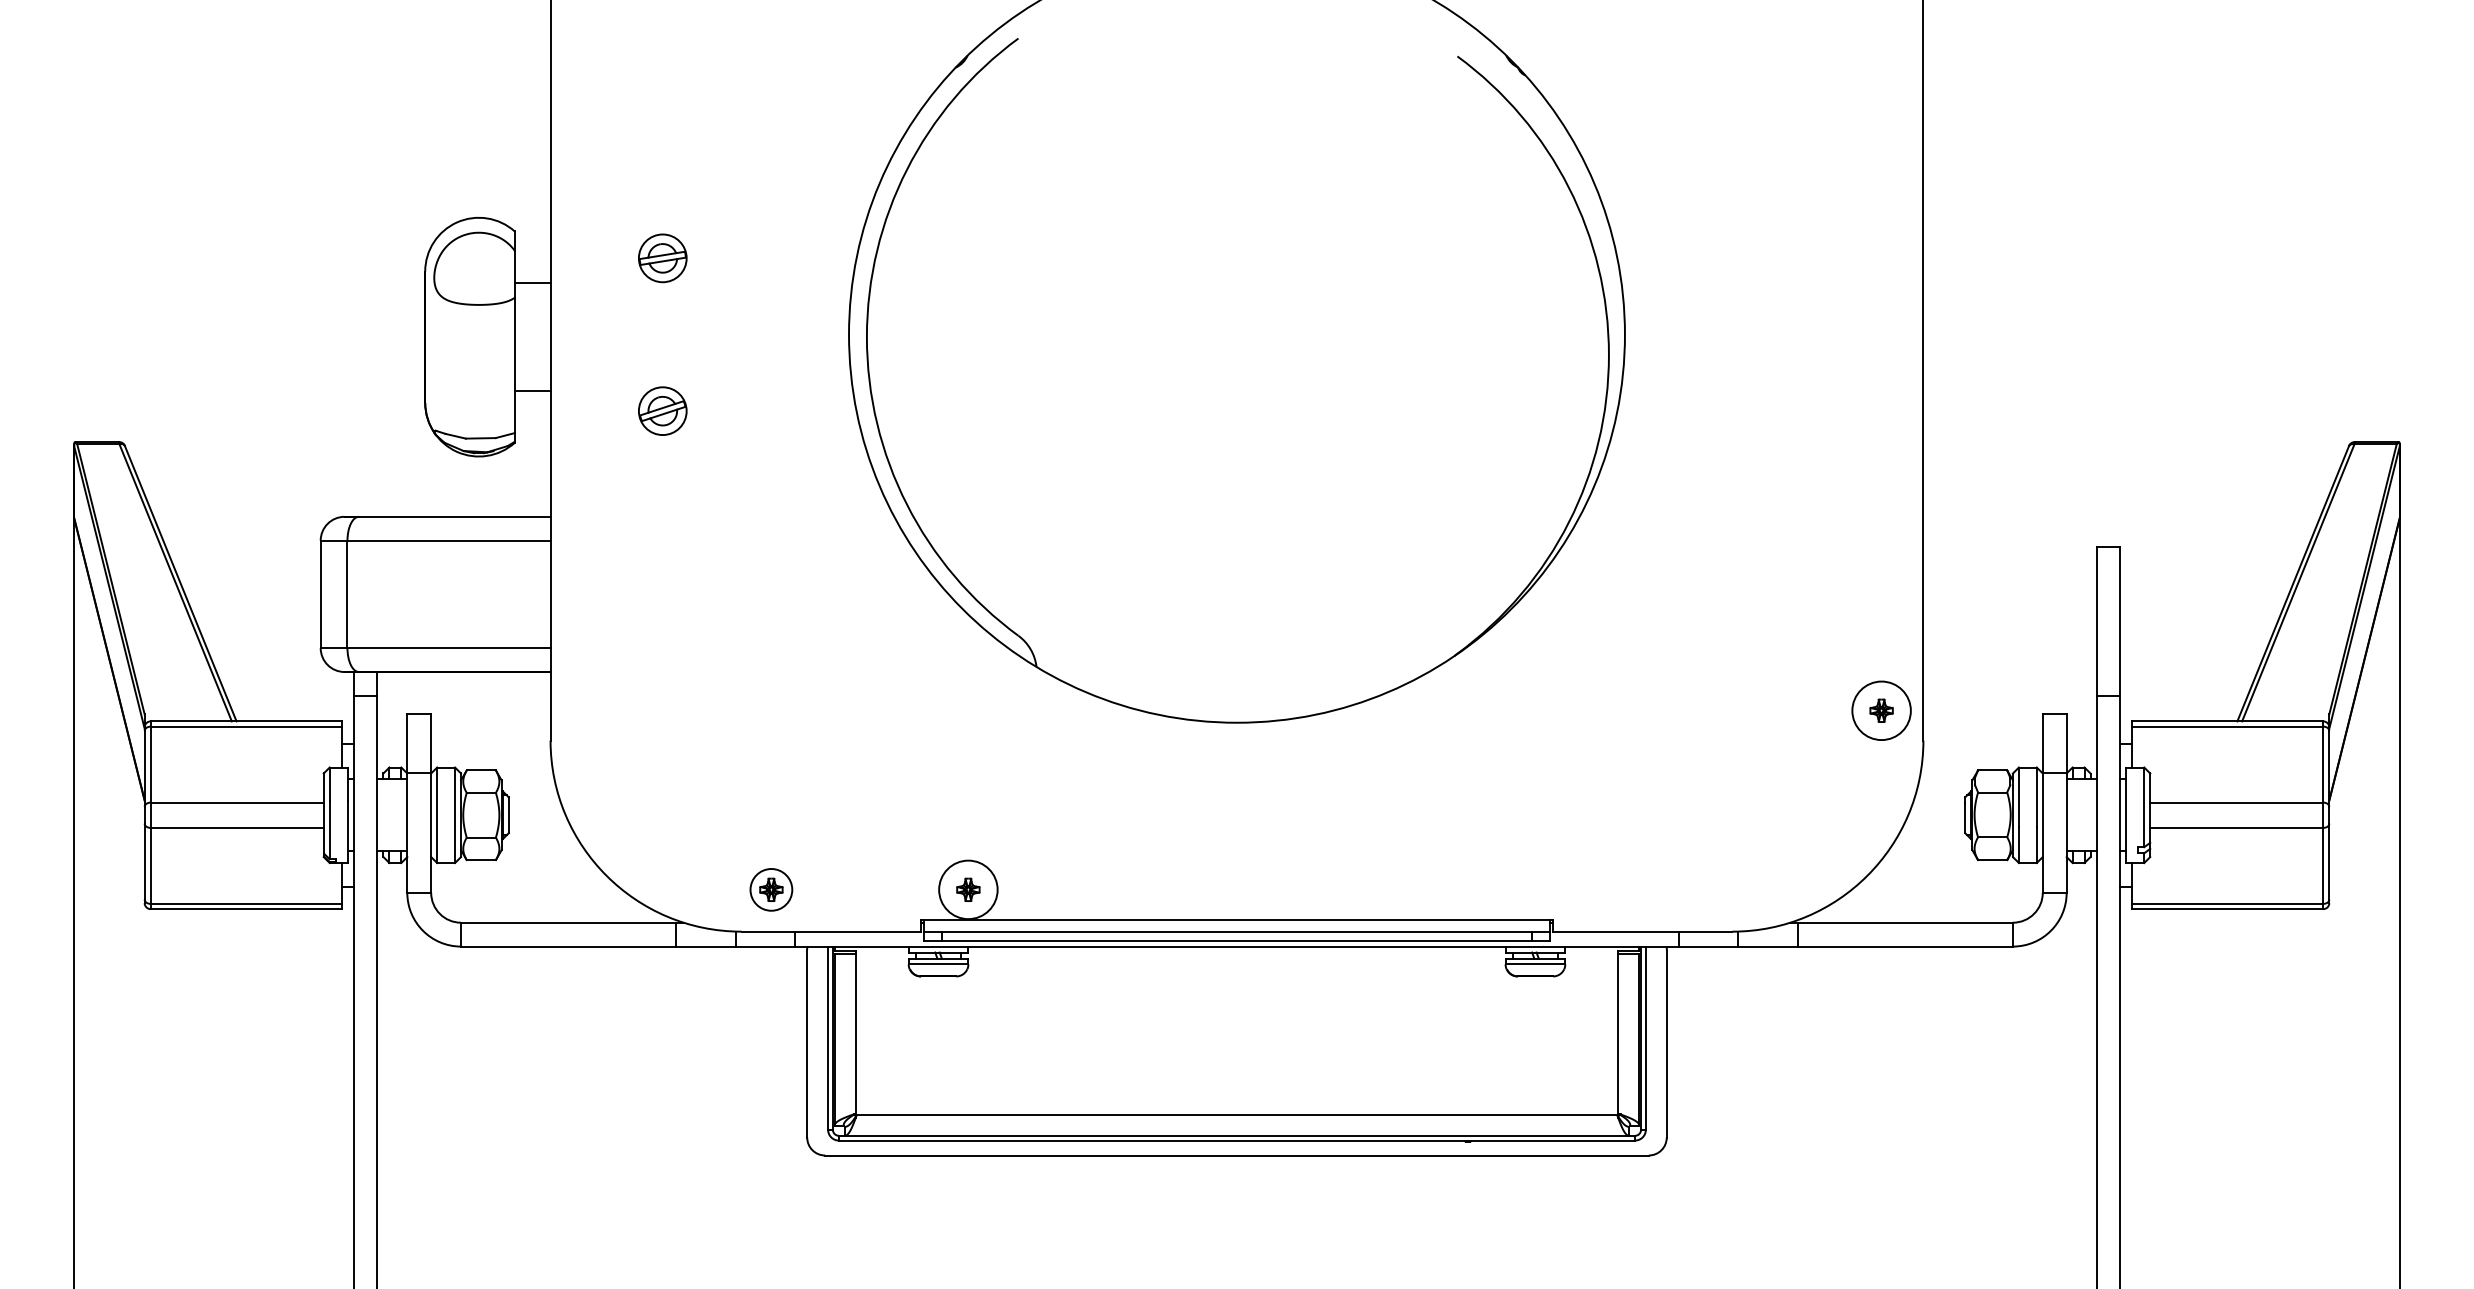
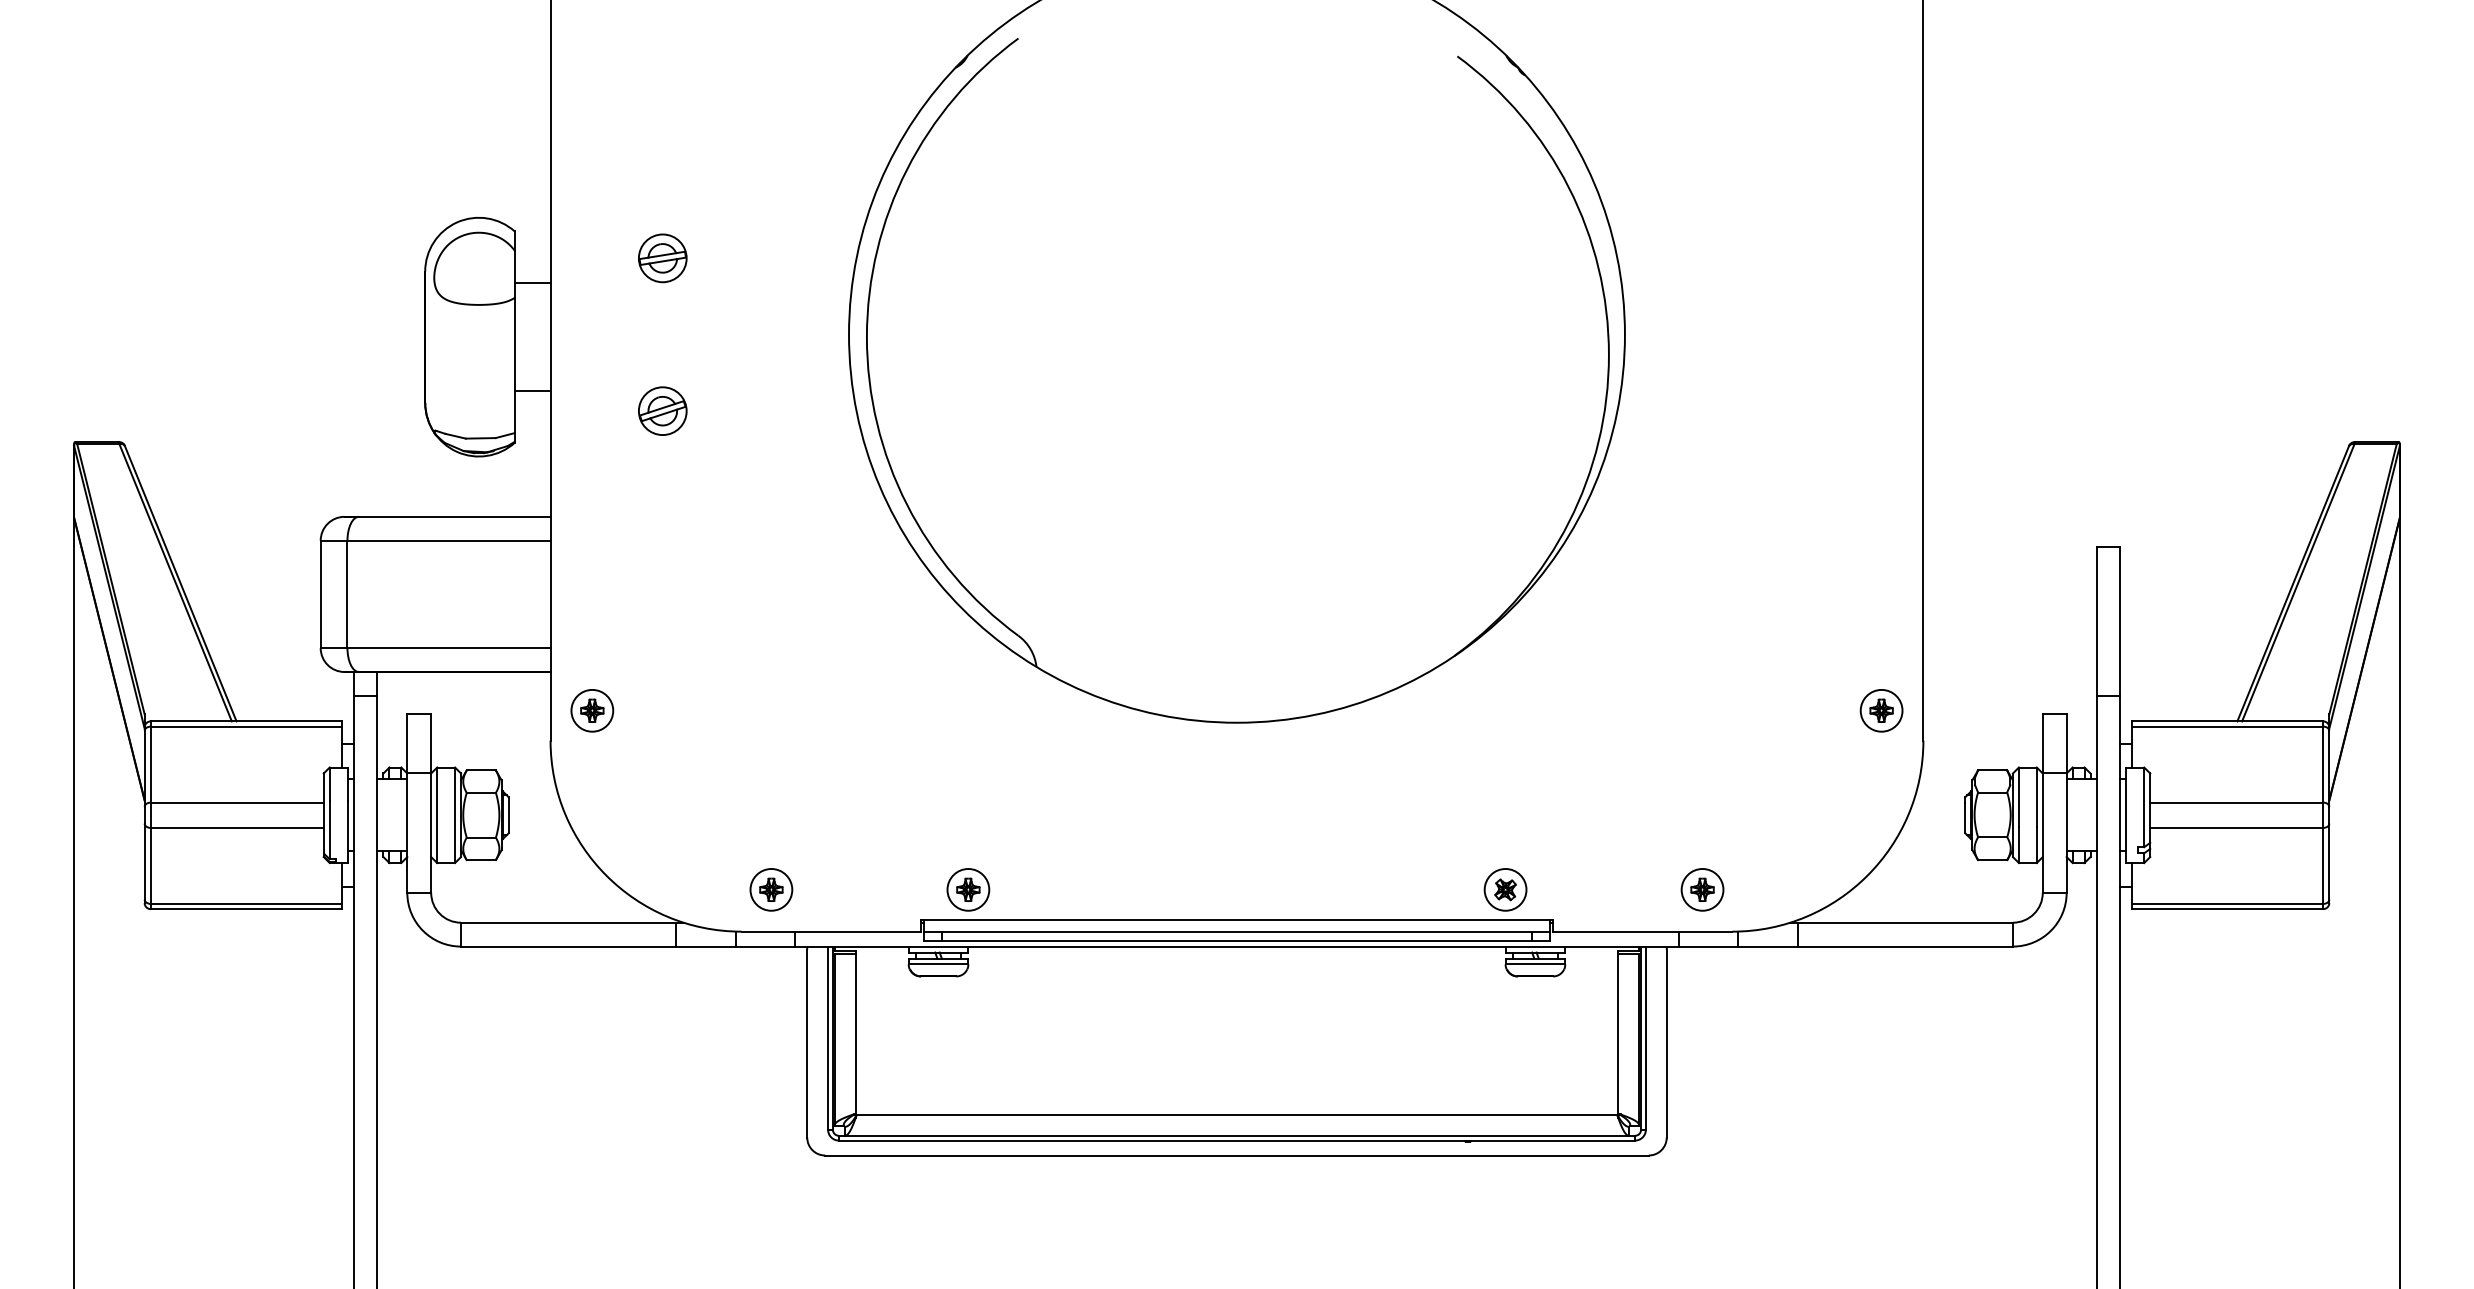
part at (592, 710): none -> present
circle at (1881, 710) diameter: 58 px -> 42 px
circle at (968, 889) diameter: 58 px -> 42 px
part at (1505, 889): none -> present
part at (1702, 889): none -> present
